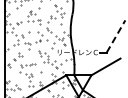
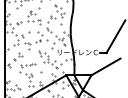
line at (116, 36): dashed -> solid
